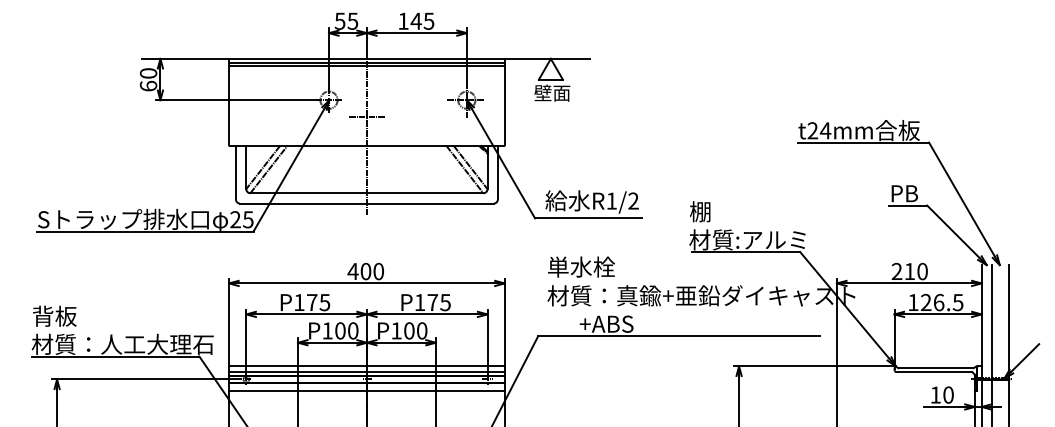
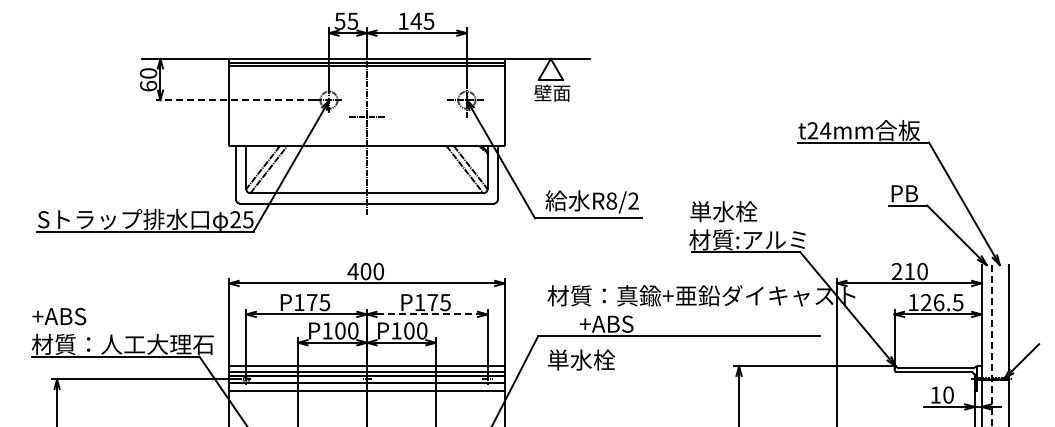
line at (235, 100): solid -> dashed
text at (611, 200): R1/2 -> R8/2
text at (723, 211): 棚 -> 単水栓
text at (581, 266) position: (581, 266) -> (581, 359)
line at (427, 314): solid -> dashed
text at (59, 315): 背板 -> +ABS
line at (992, 345): solid -> dashed
